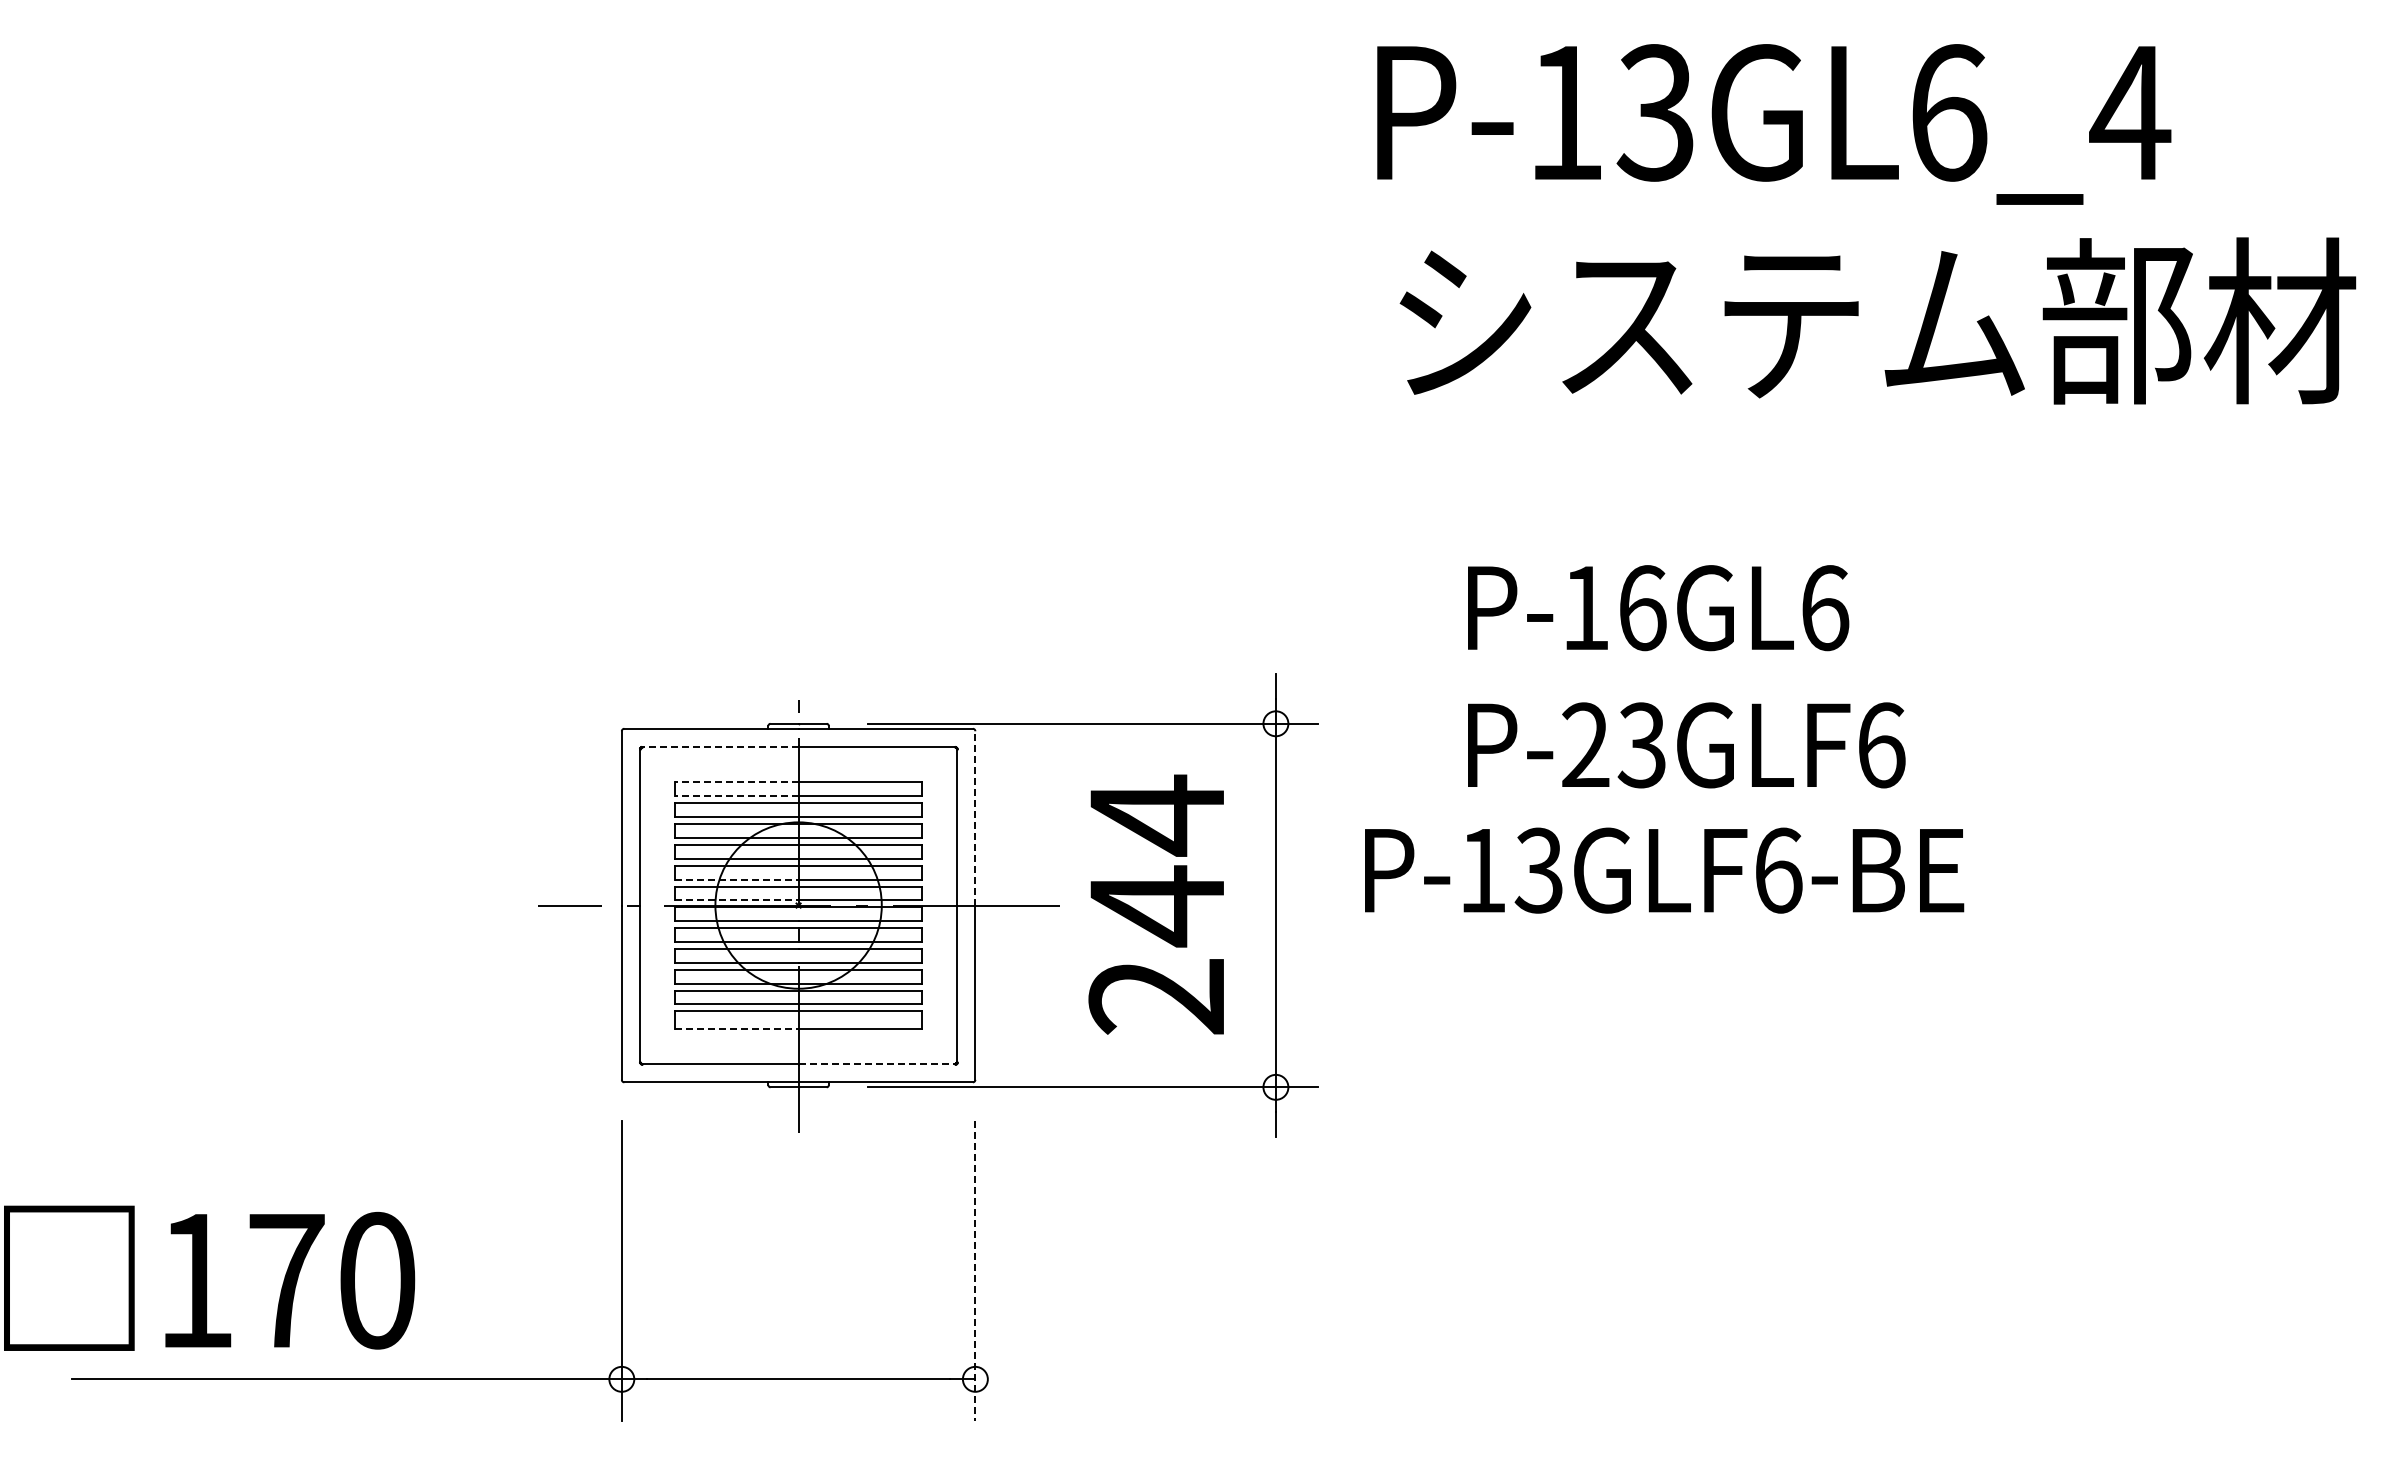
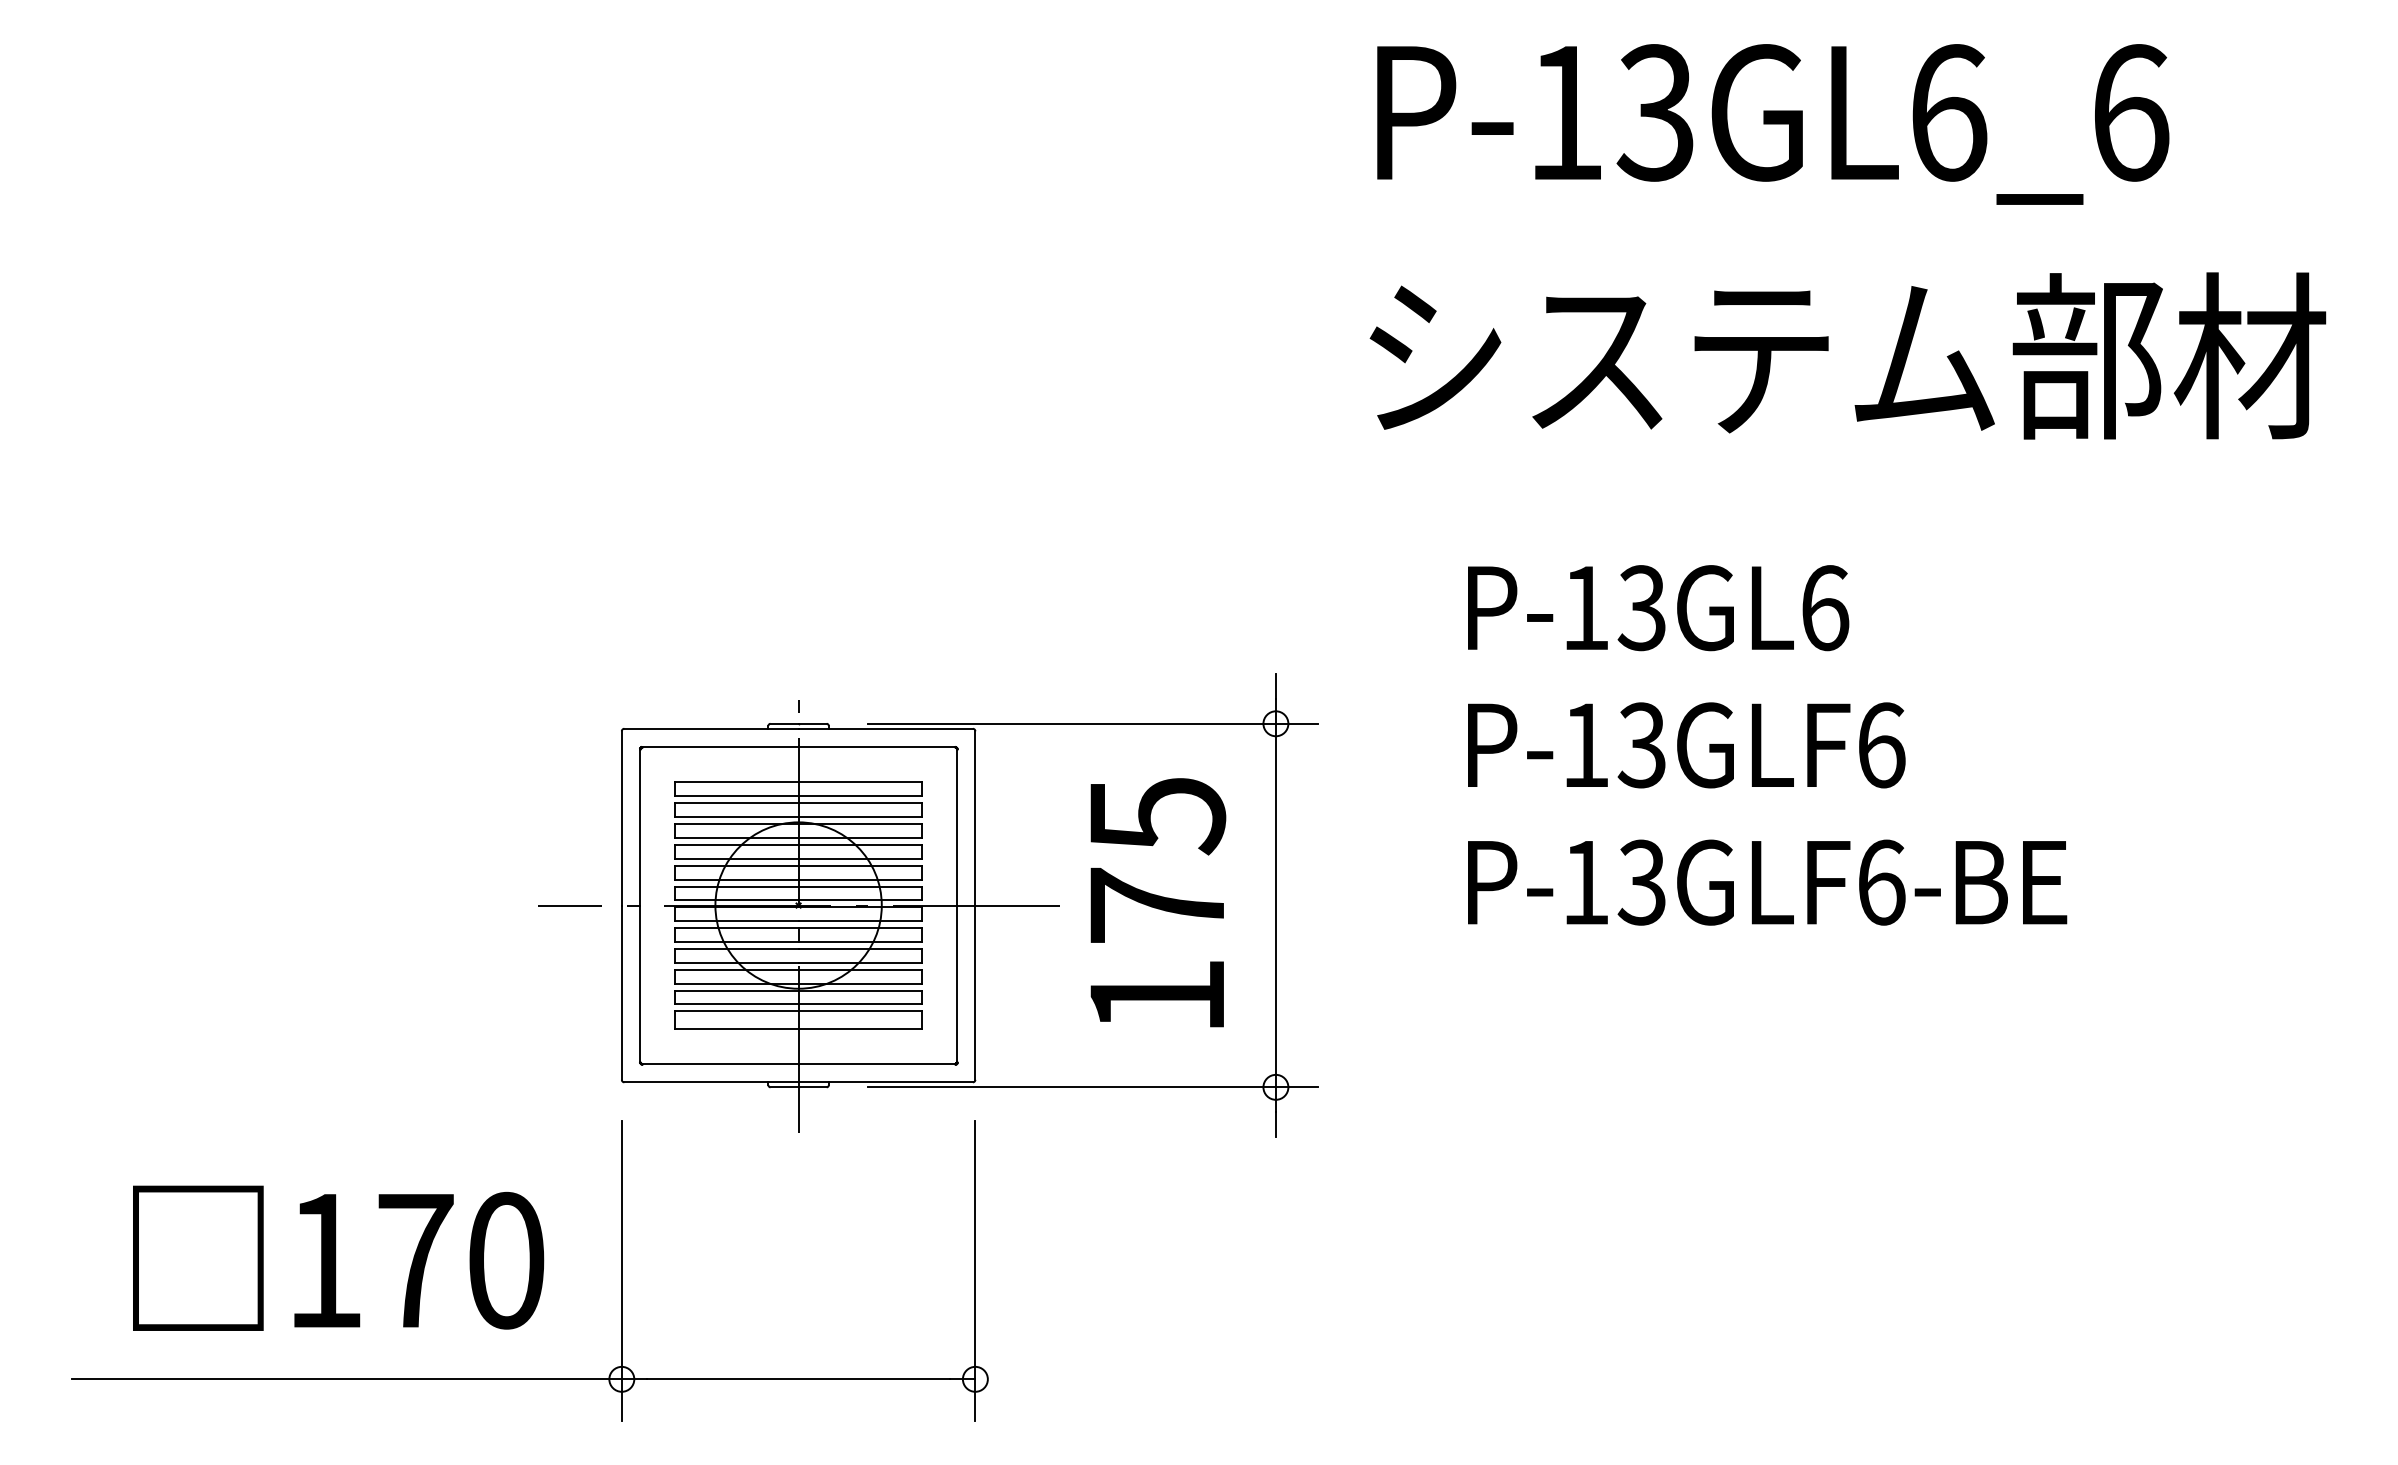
text at (2130, 112): P-13GL6_4 -> P-13GL6_6
text at (1877, 320) position: (1877, 320) -> (1847, 355)
text at (1641, 608): P-16GL6 -> P-13GL6
text at (1585, 744): P-23GLF6 -> P-13GLF6
line at (720, 746): dashed -> solid
line at (736, 781): dashed -> solid
line at (736, 796): dashed -> solid
line at (975, 817): dashed -> solid
text at (1664, 870) position: (1664, 870) -> (1767, 882)
line at (736, 879): dashed -> solid
line at (736, 900): dashed -> solid
text at (1157, 904): 244 -> 175
line at (736, 1029): dashed -> solid
line at (877, 1064): dashed -> solid
line at (975, 1271): dashed -> solid
text at (209, 1277) position: (209, 1277) -> (338, 1257)
